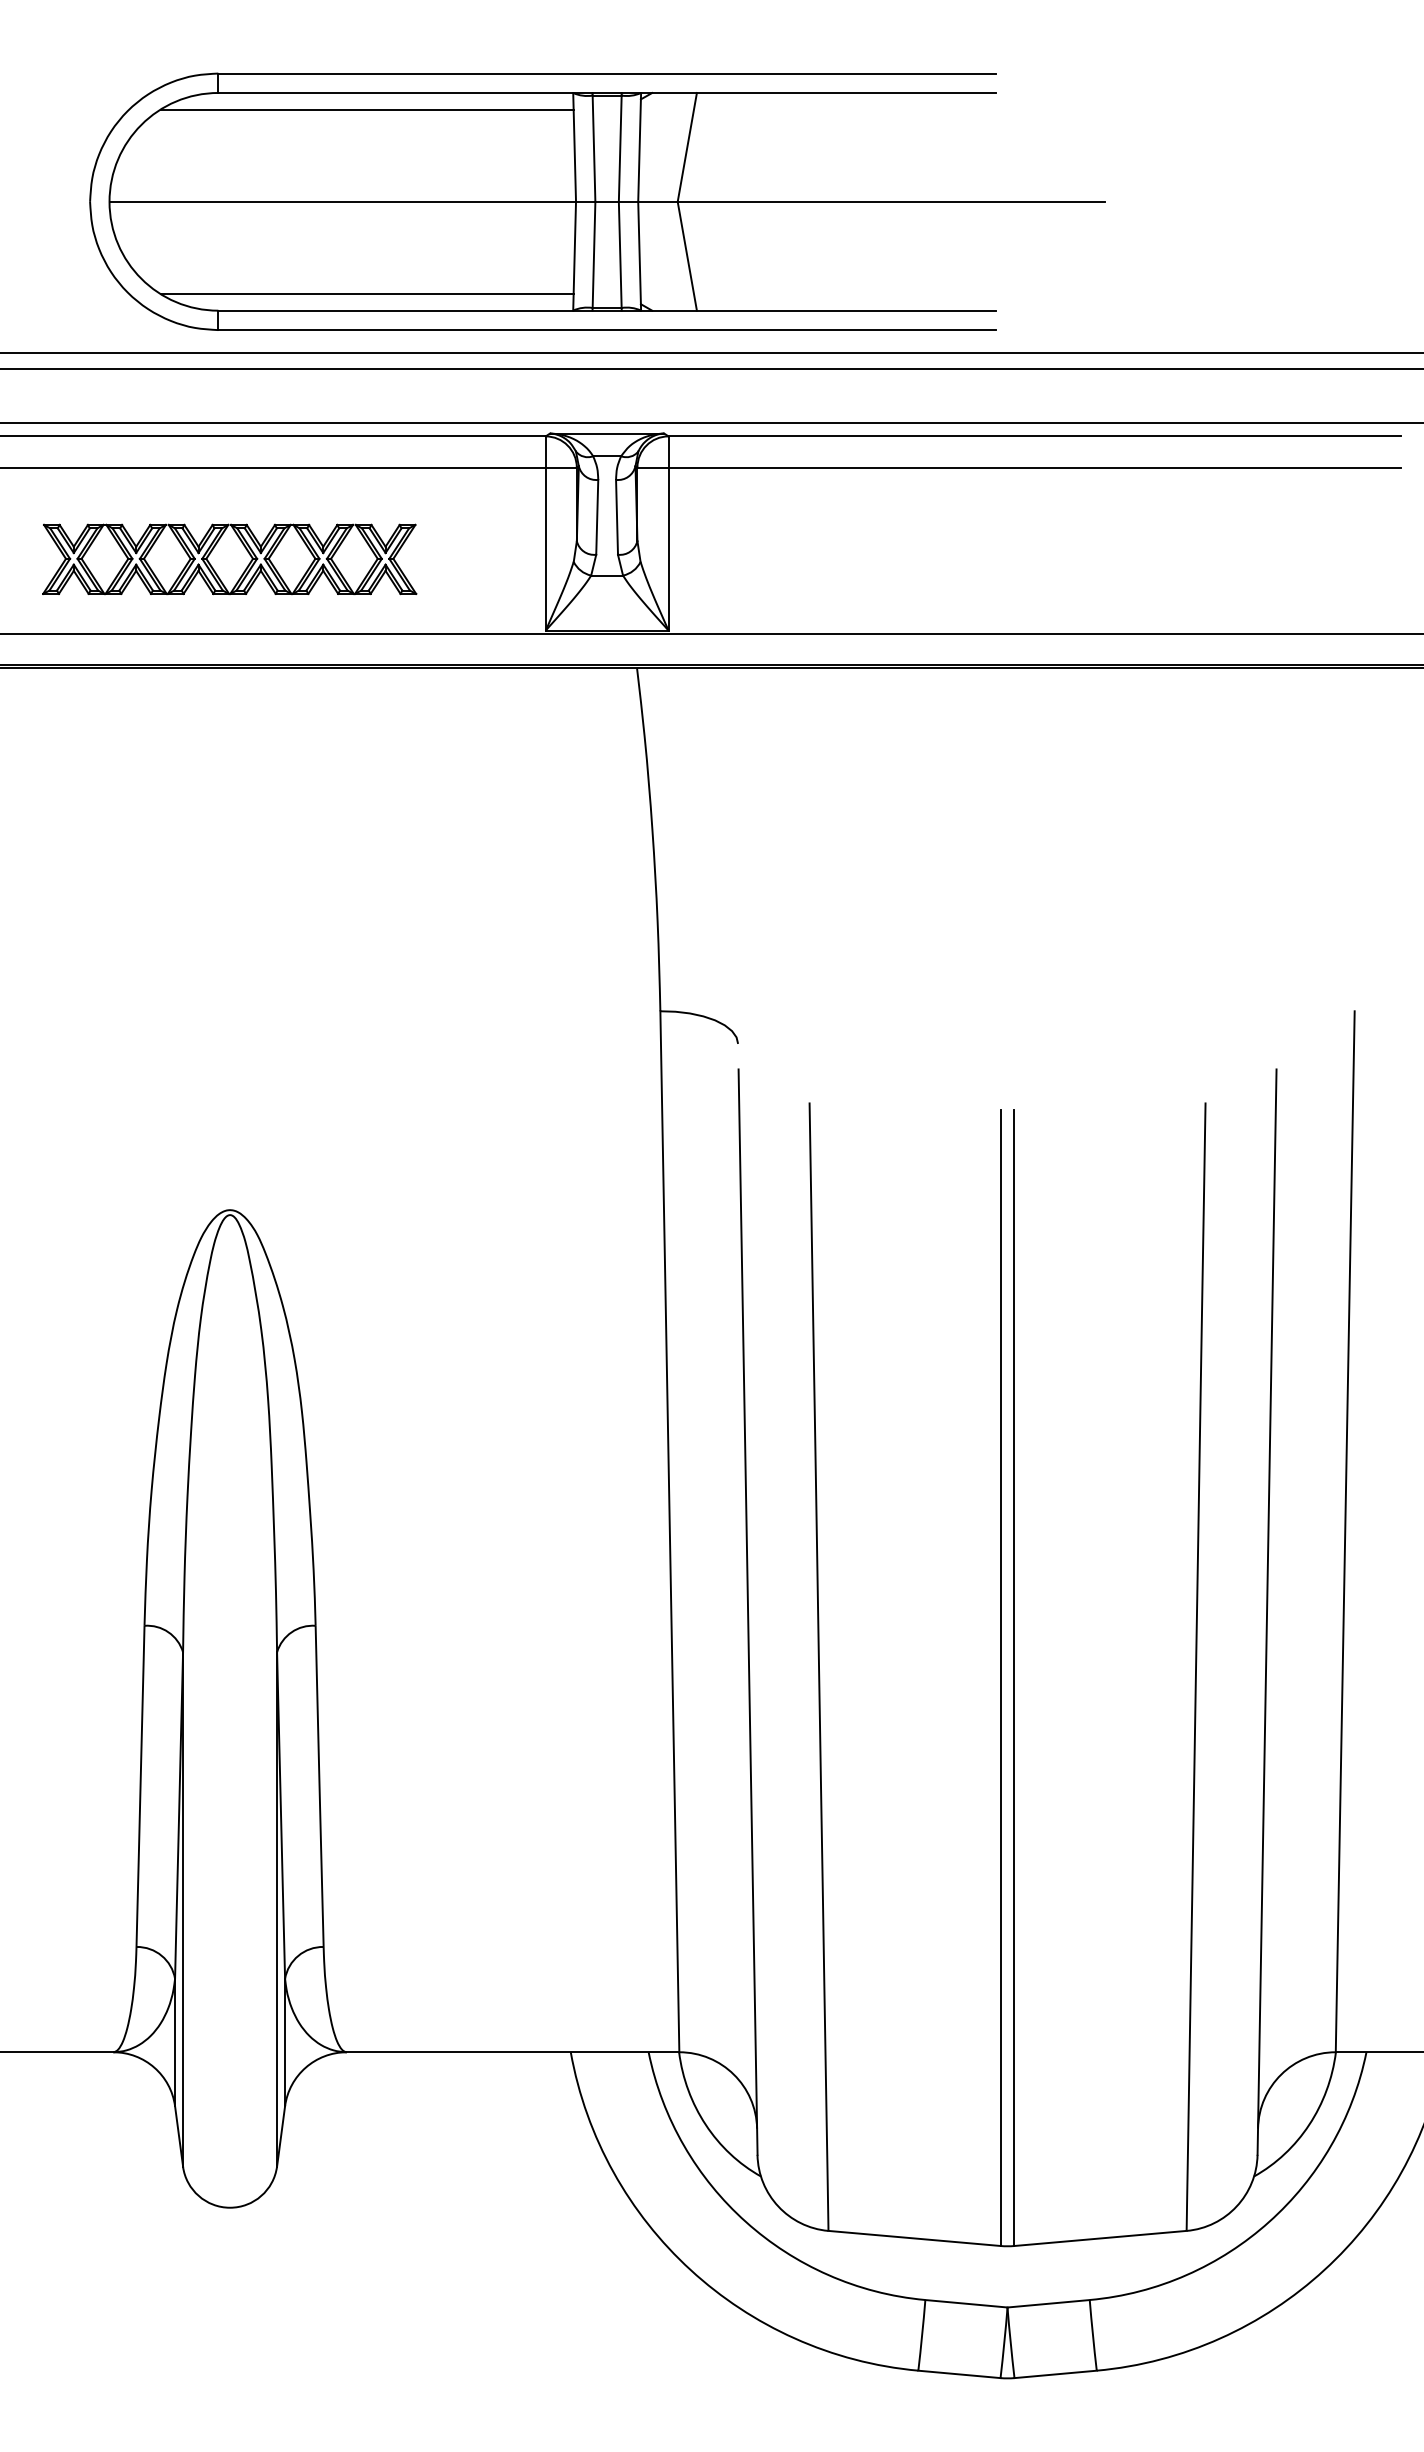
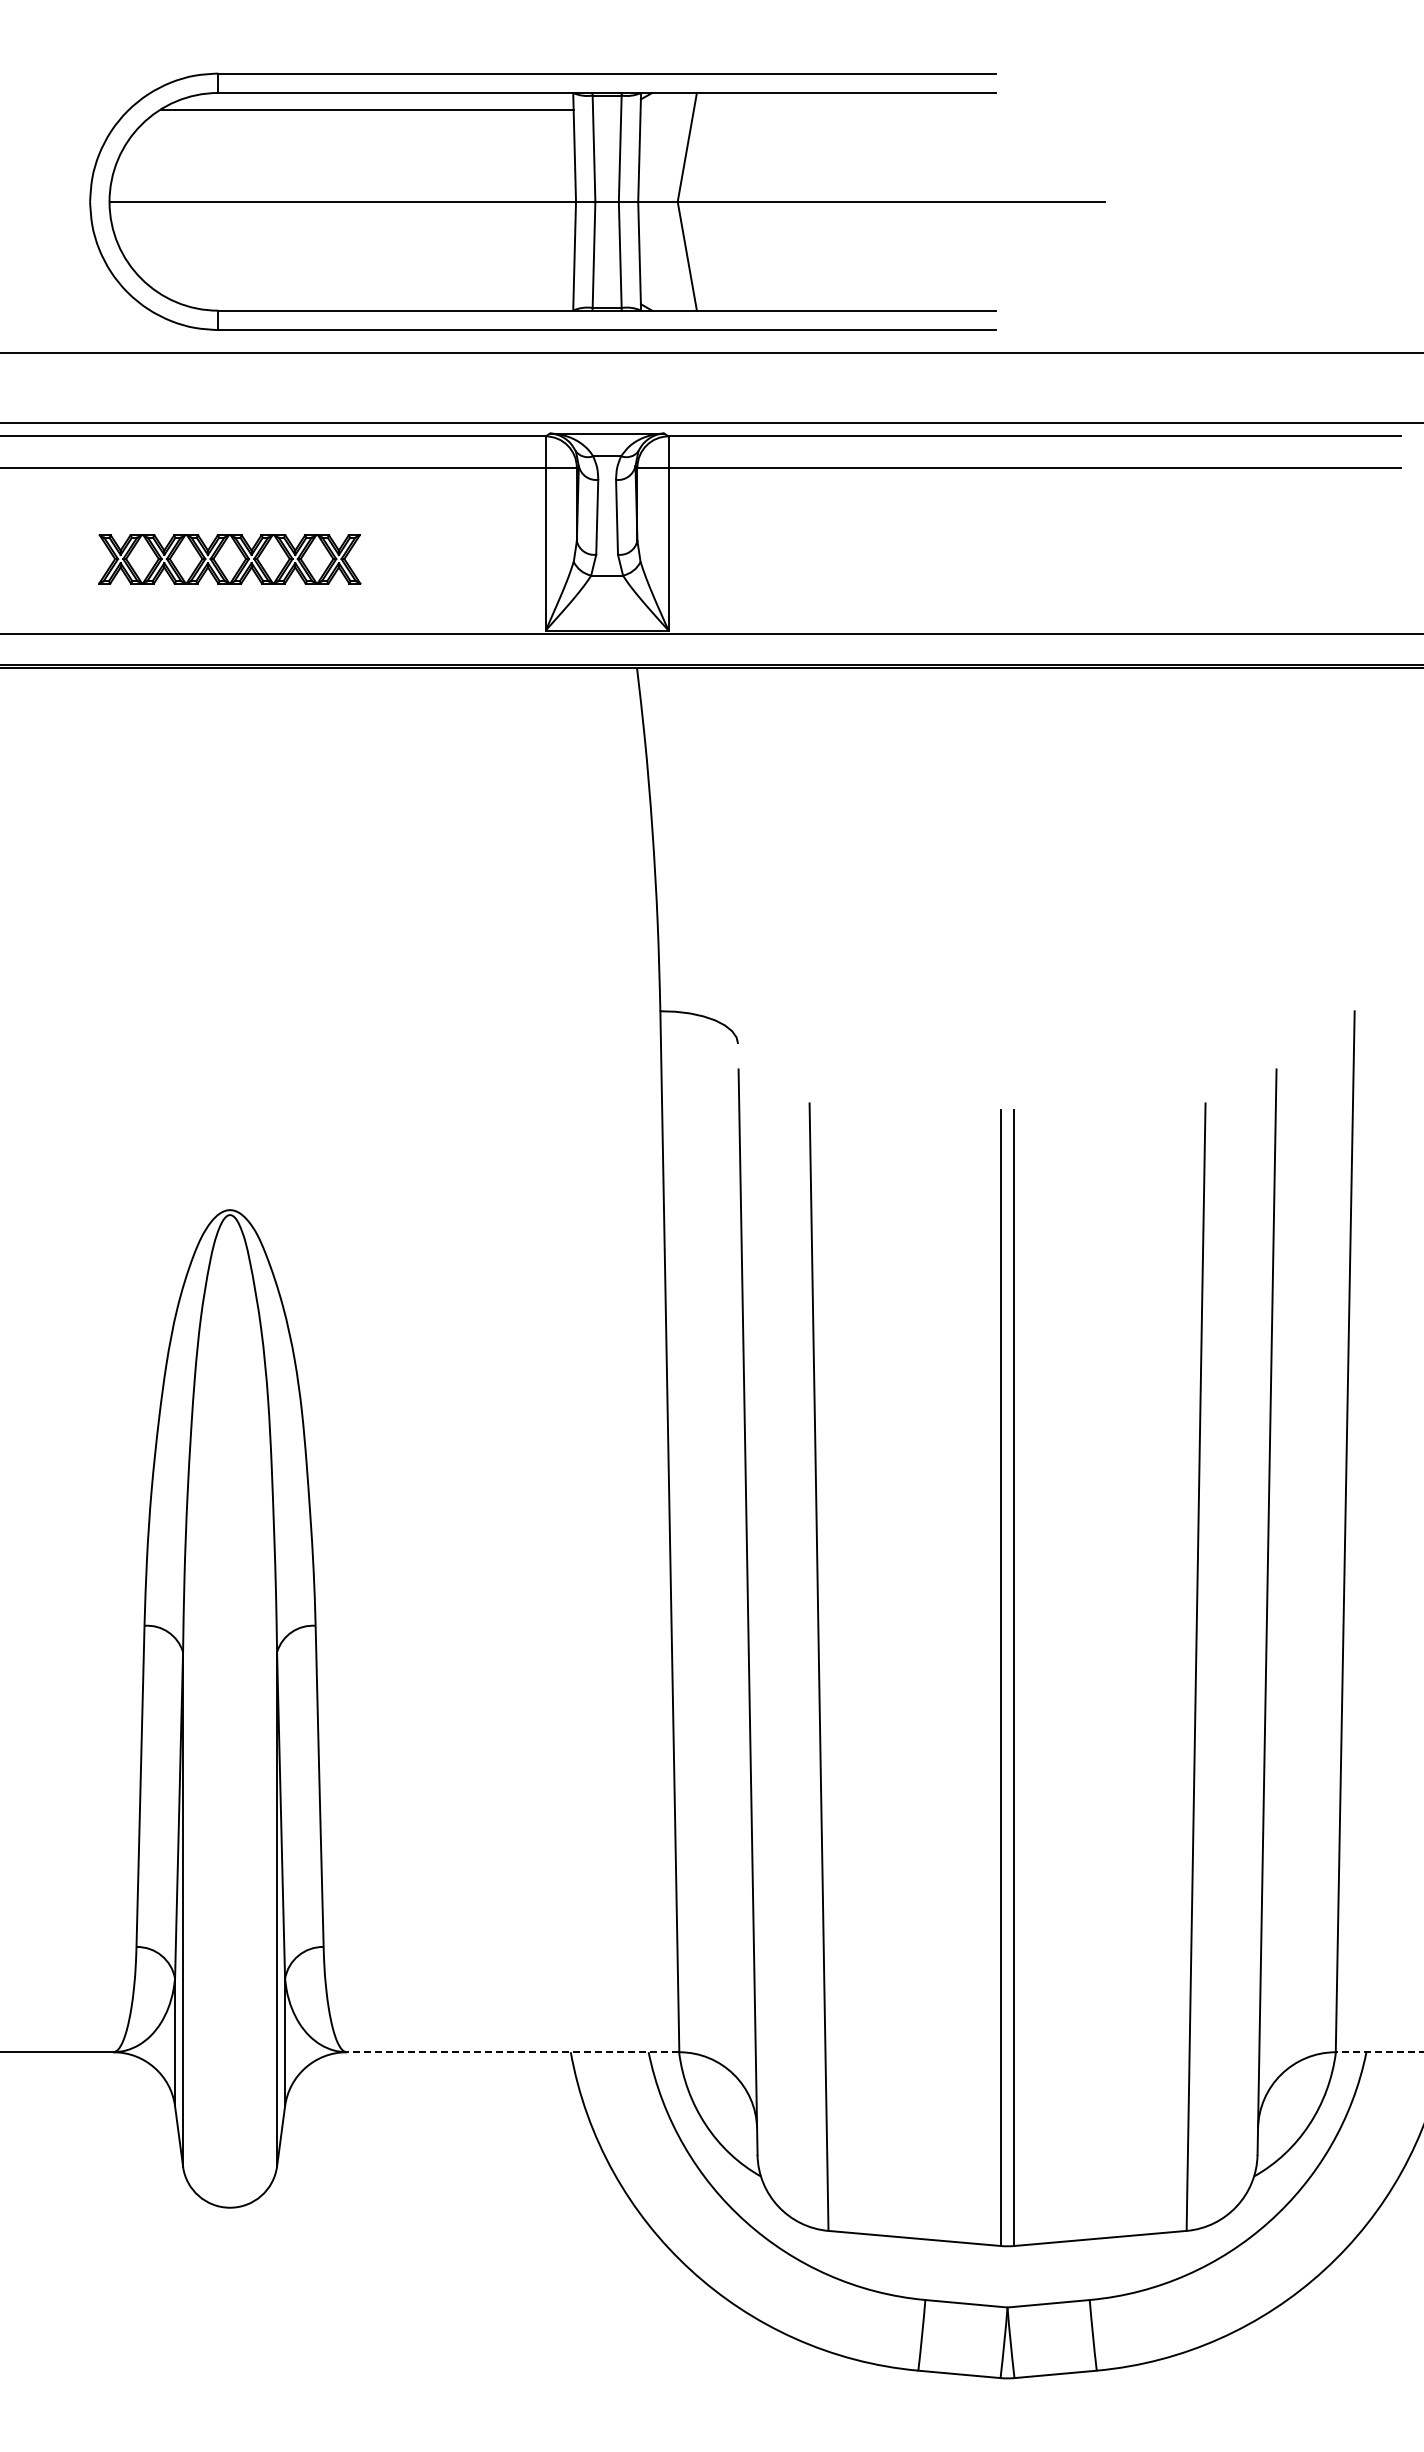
line at (366, 294): present -> none
line at (711, 369): present -> none
part at (229, 559) size: 376x73 px -> 264x51 px
line at (512, 2052): solid -> dashed
line at (1379, 2052): solid -> dashed
